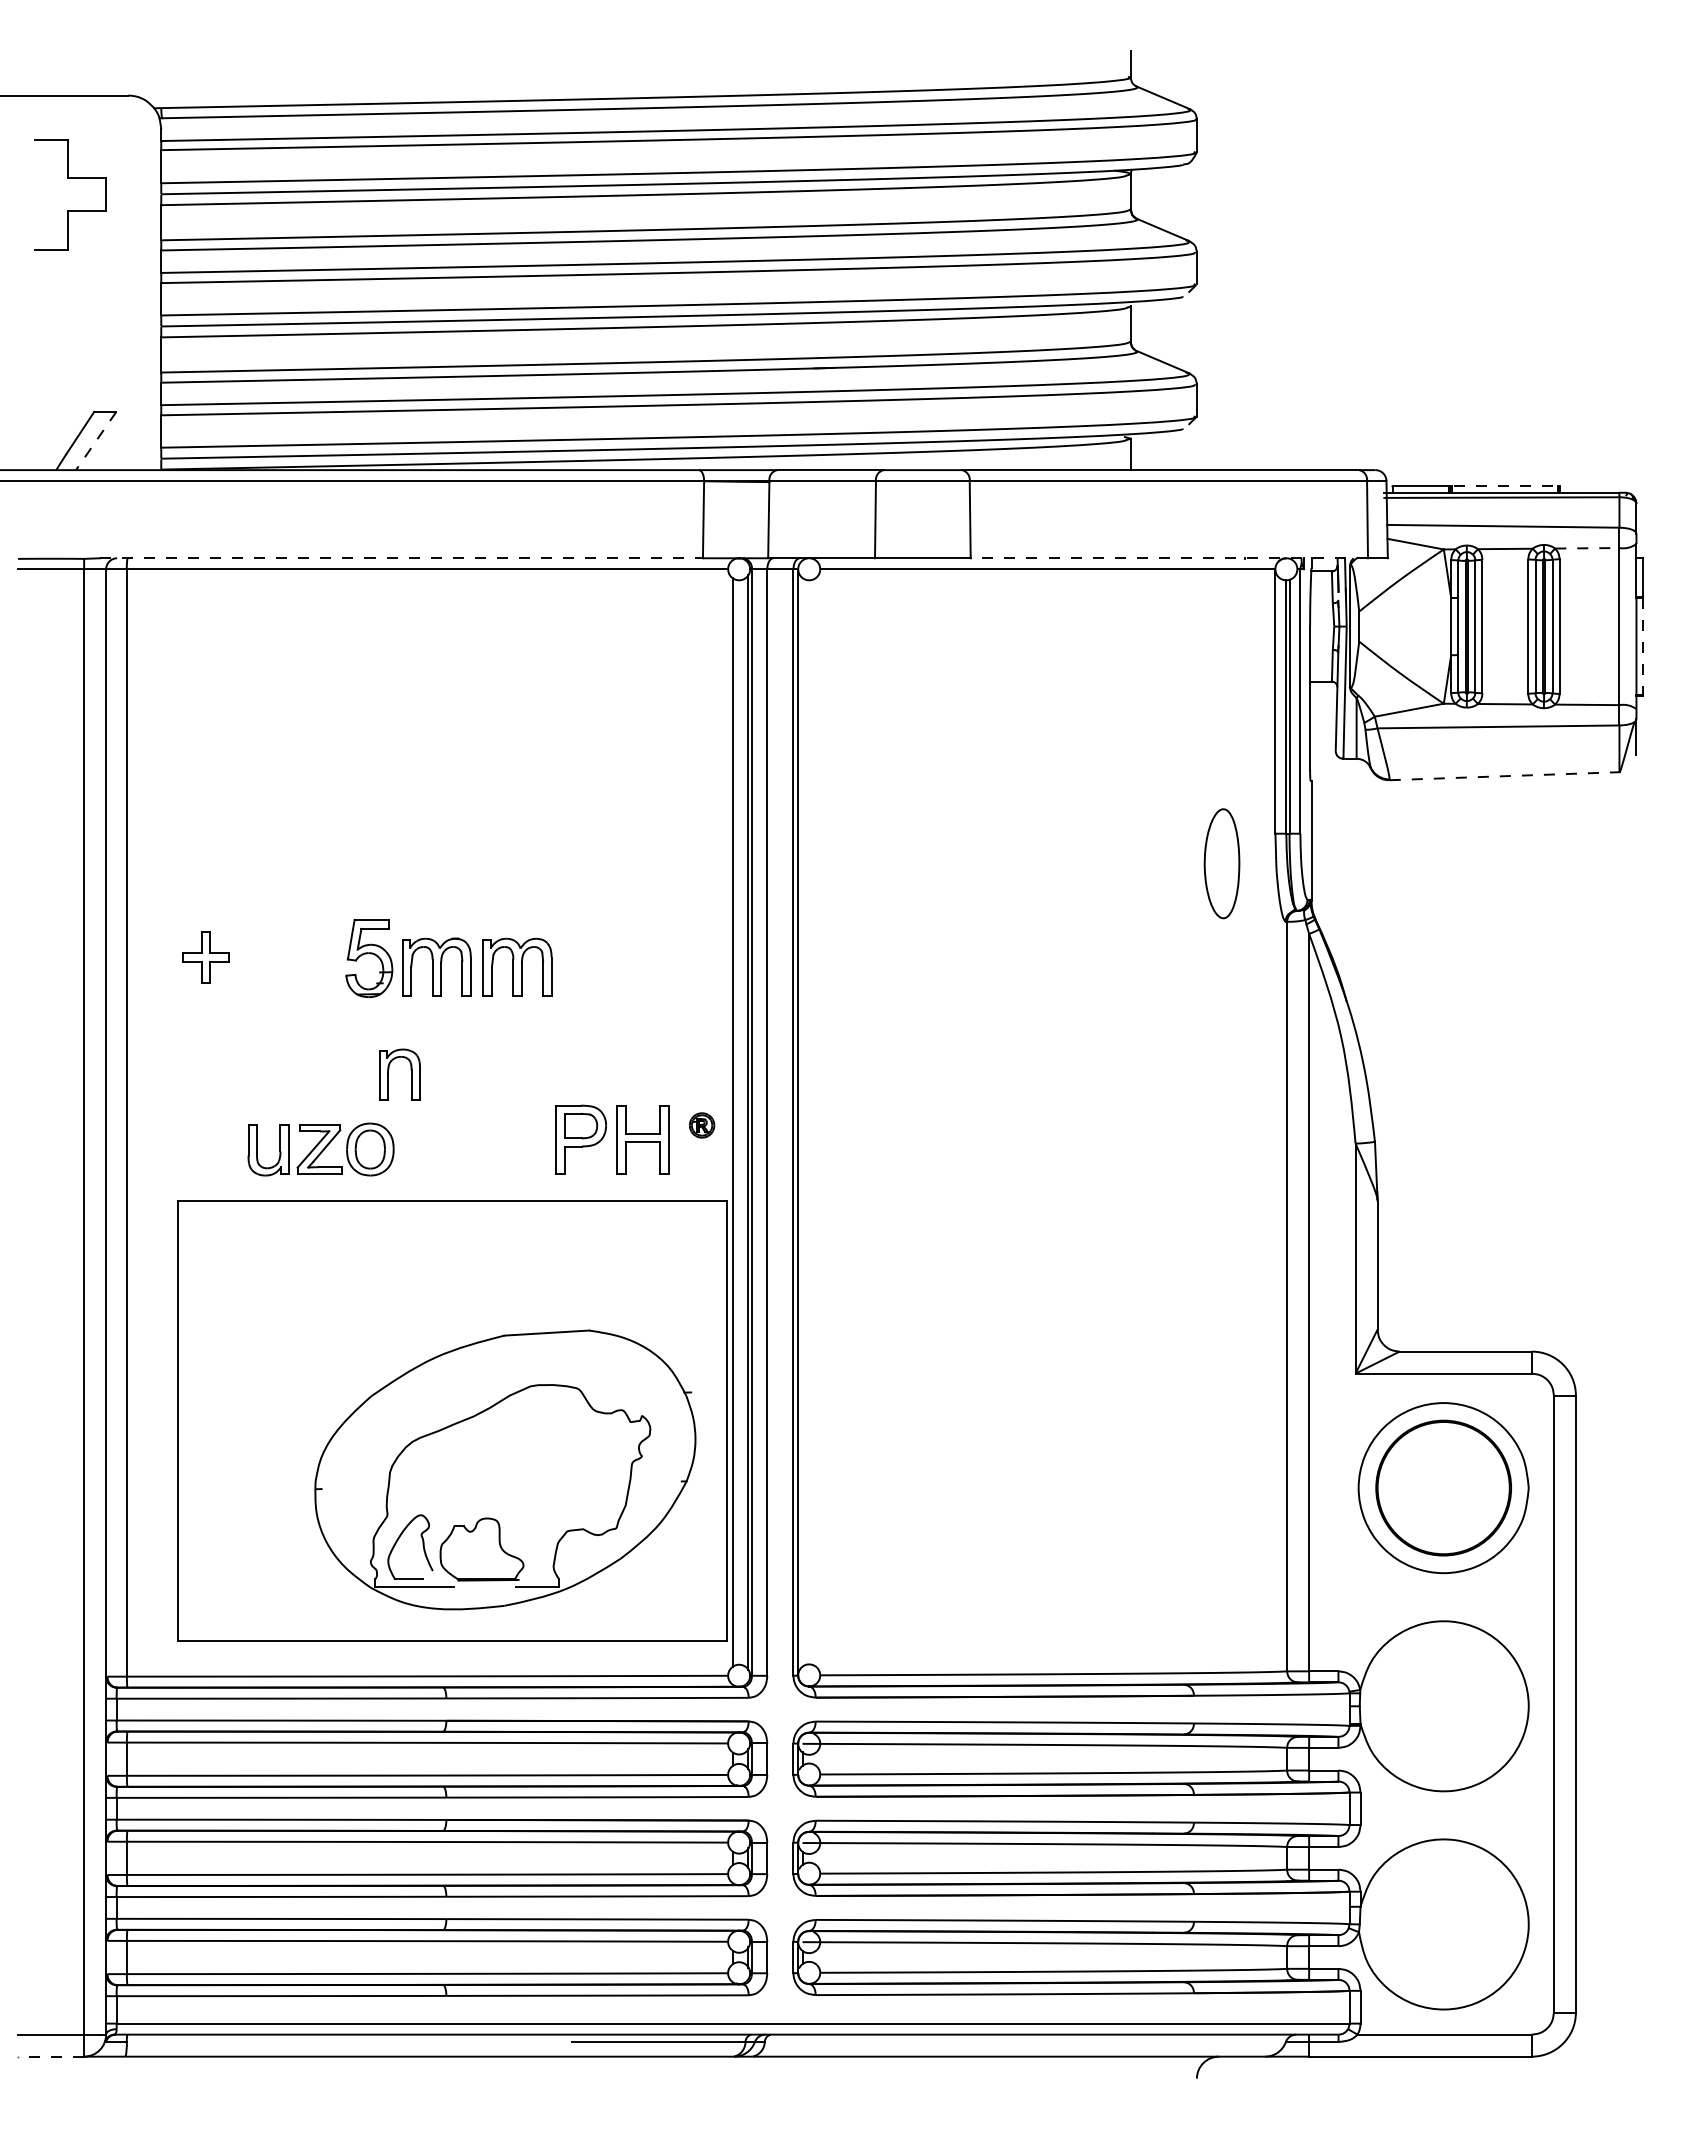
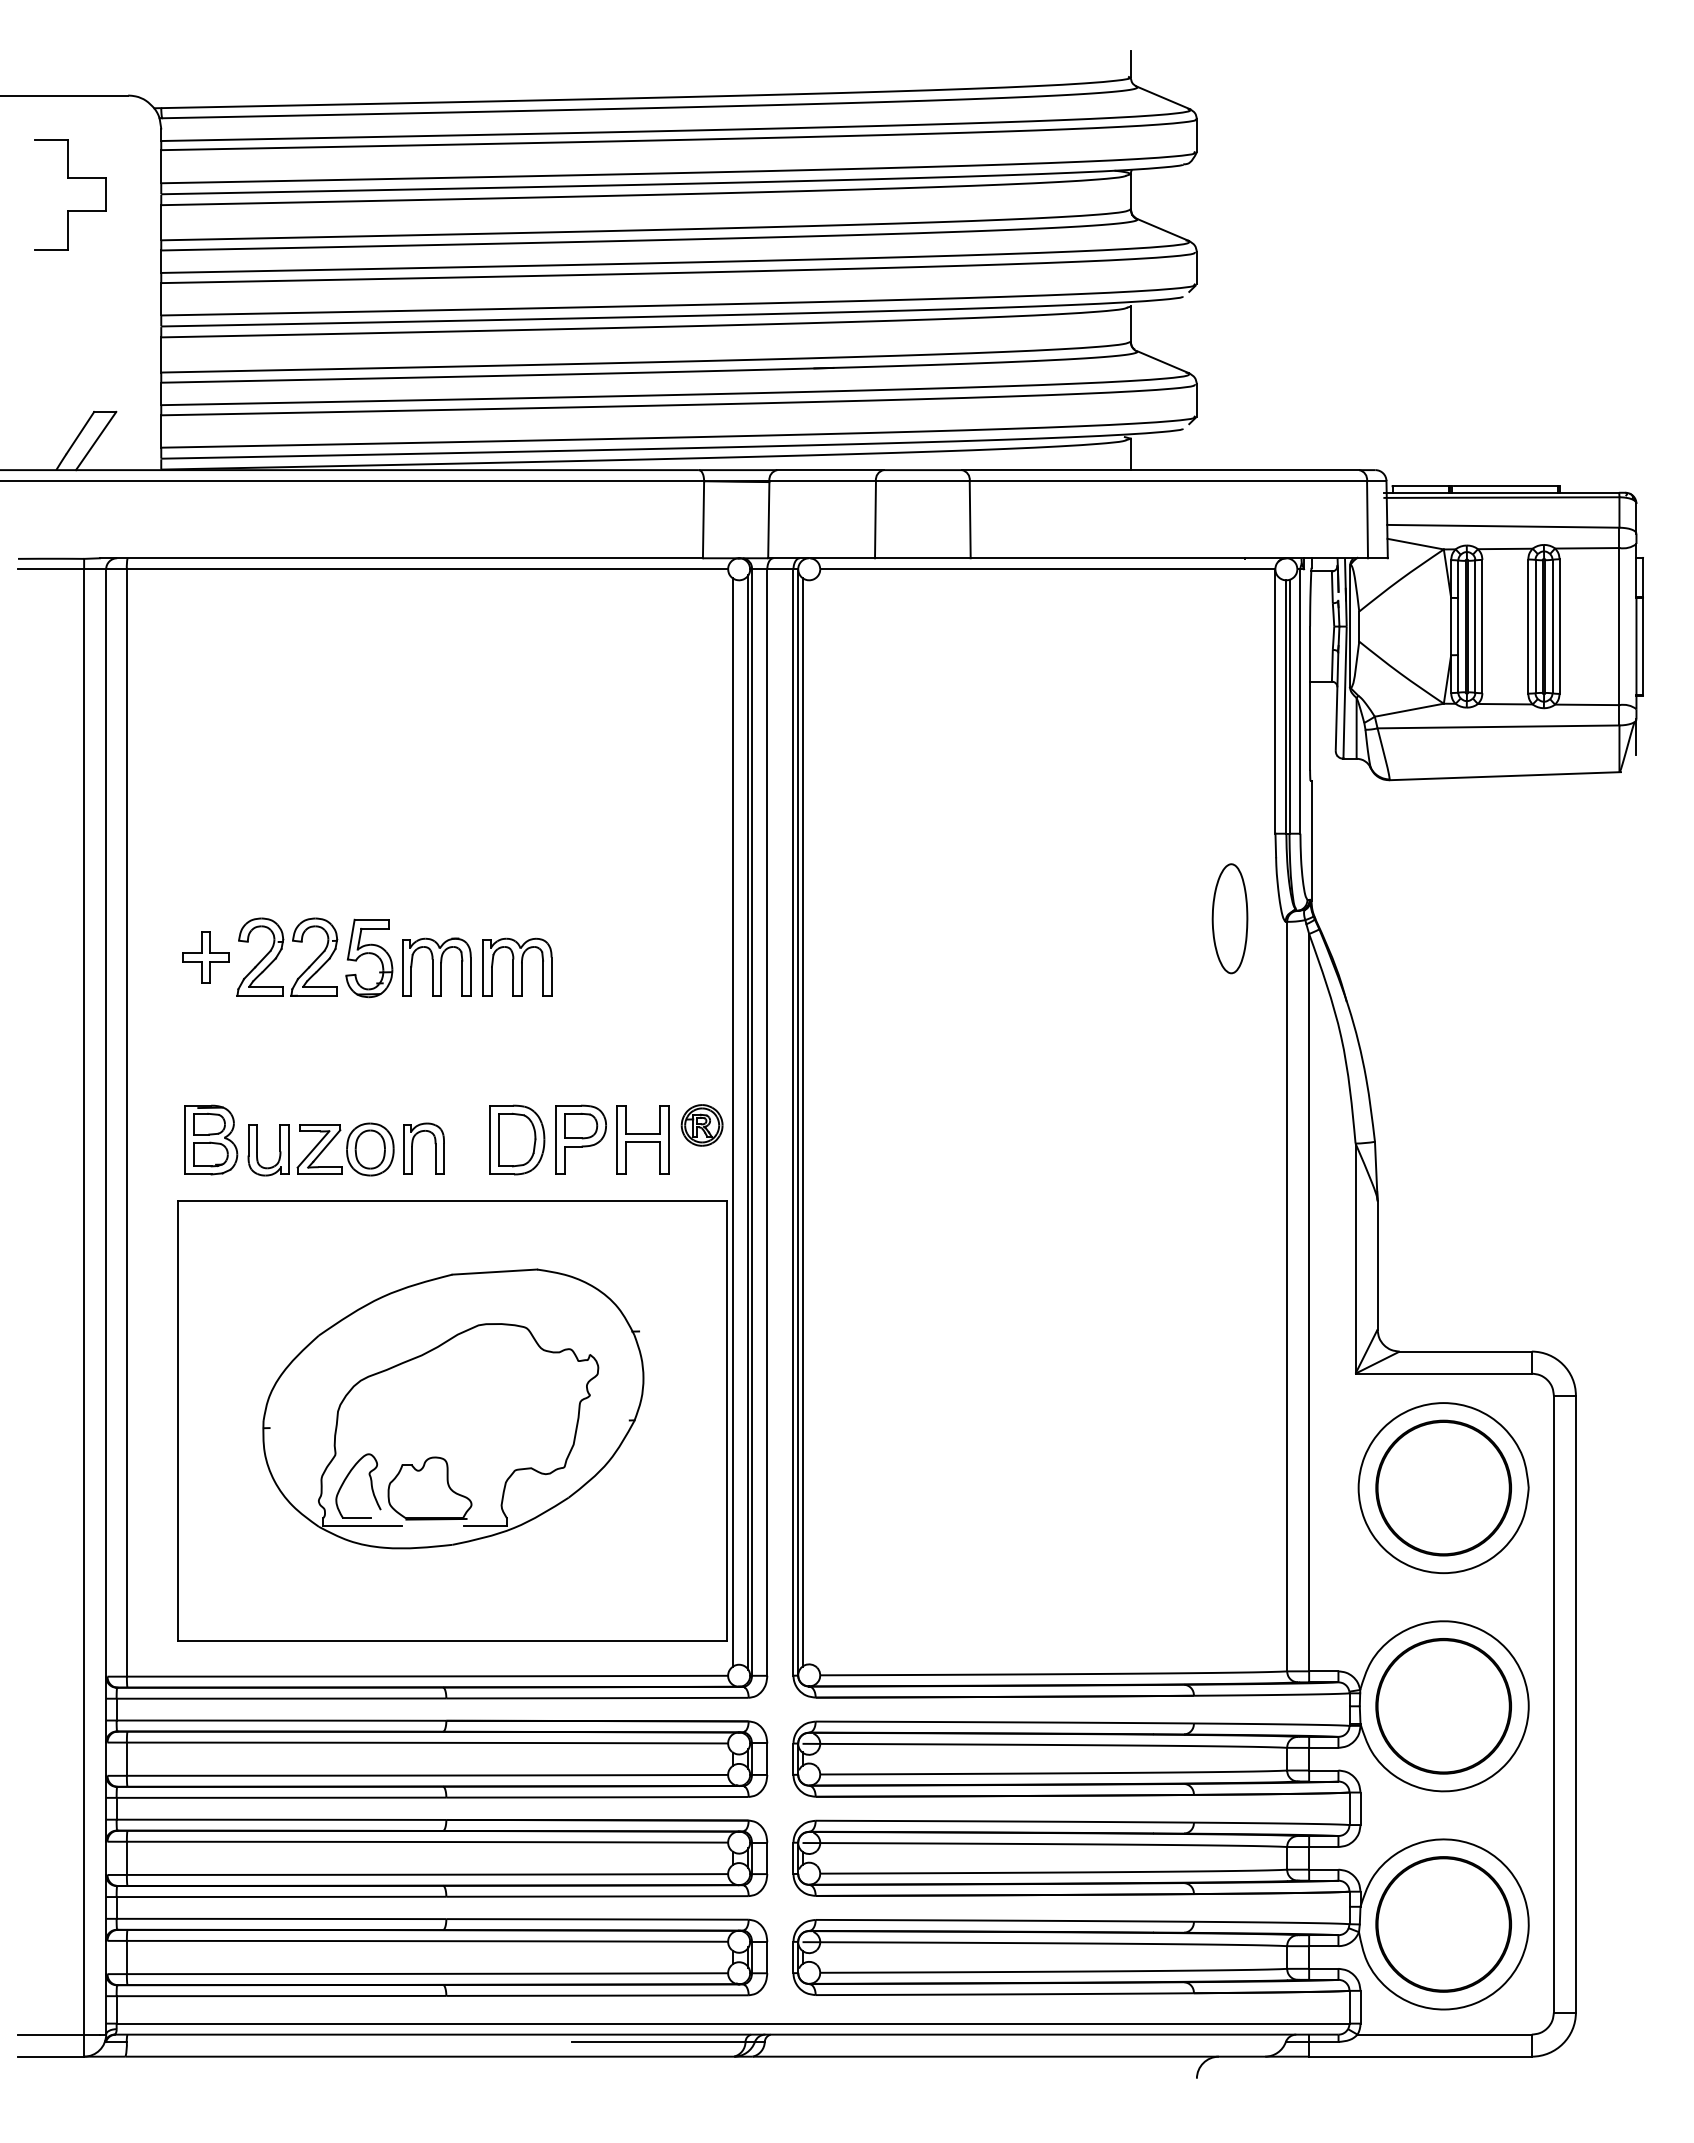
line at (95, 441): dashed -> solid
line at (1506, 486): dashed -> solid
line at (1587, 548): dashed -> solid
line at (402, 558): dashed -> solid
line at (1169, 558): dashed -> solid
line at (1643, 647): dashed -> solid
line at (1505, 776): dashed -> solid
part at (1221, 863) position: (1221, 863) -> (1229, 918)
part at (281, 951): none -> present
part at (388, 1074) position: (388, 1074) -> (412, 1148)
line at (802, 1122): none -> present
part at (702, 1125) size: 27x27 px -> 44x43 px
part at (211, 1139): none -> present
part at (517, 1139): none -> present
part at (505, 1469) position: (505, 1469) -> (453, 1408)
circle at (1443, 1706): none -> present
circle at (1443, 1924): none -> present
line at (50, 2056): dashed -> solid
